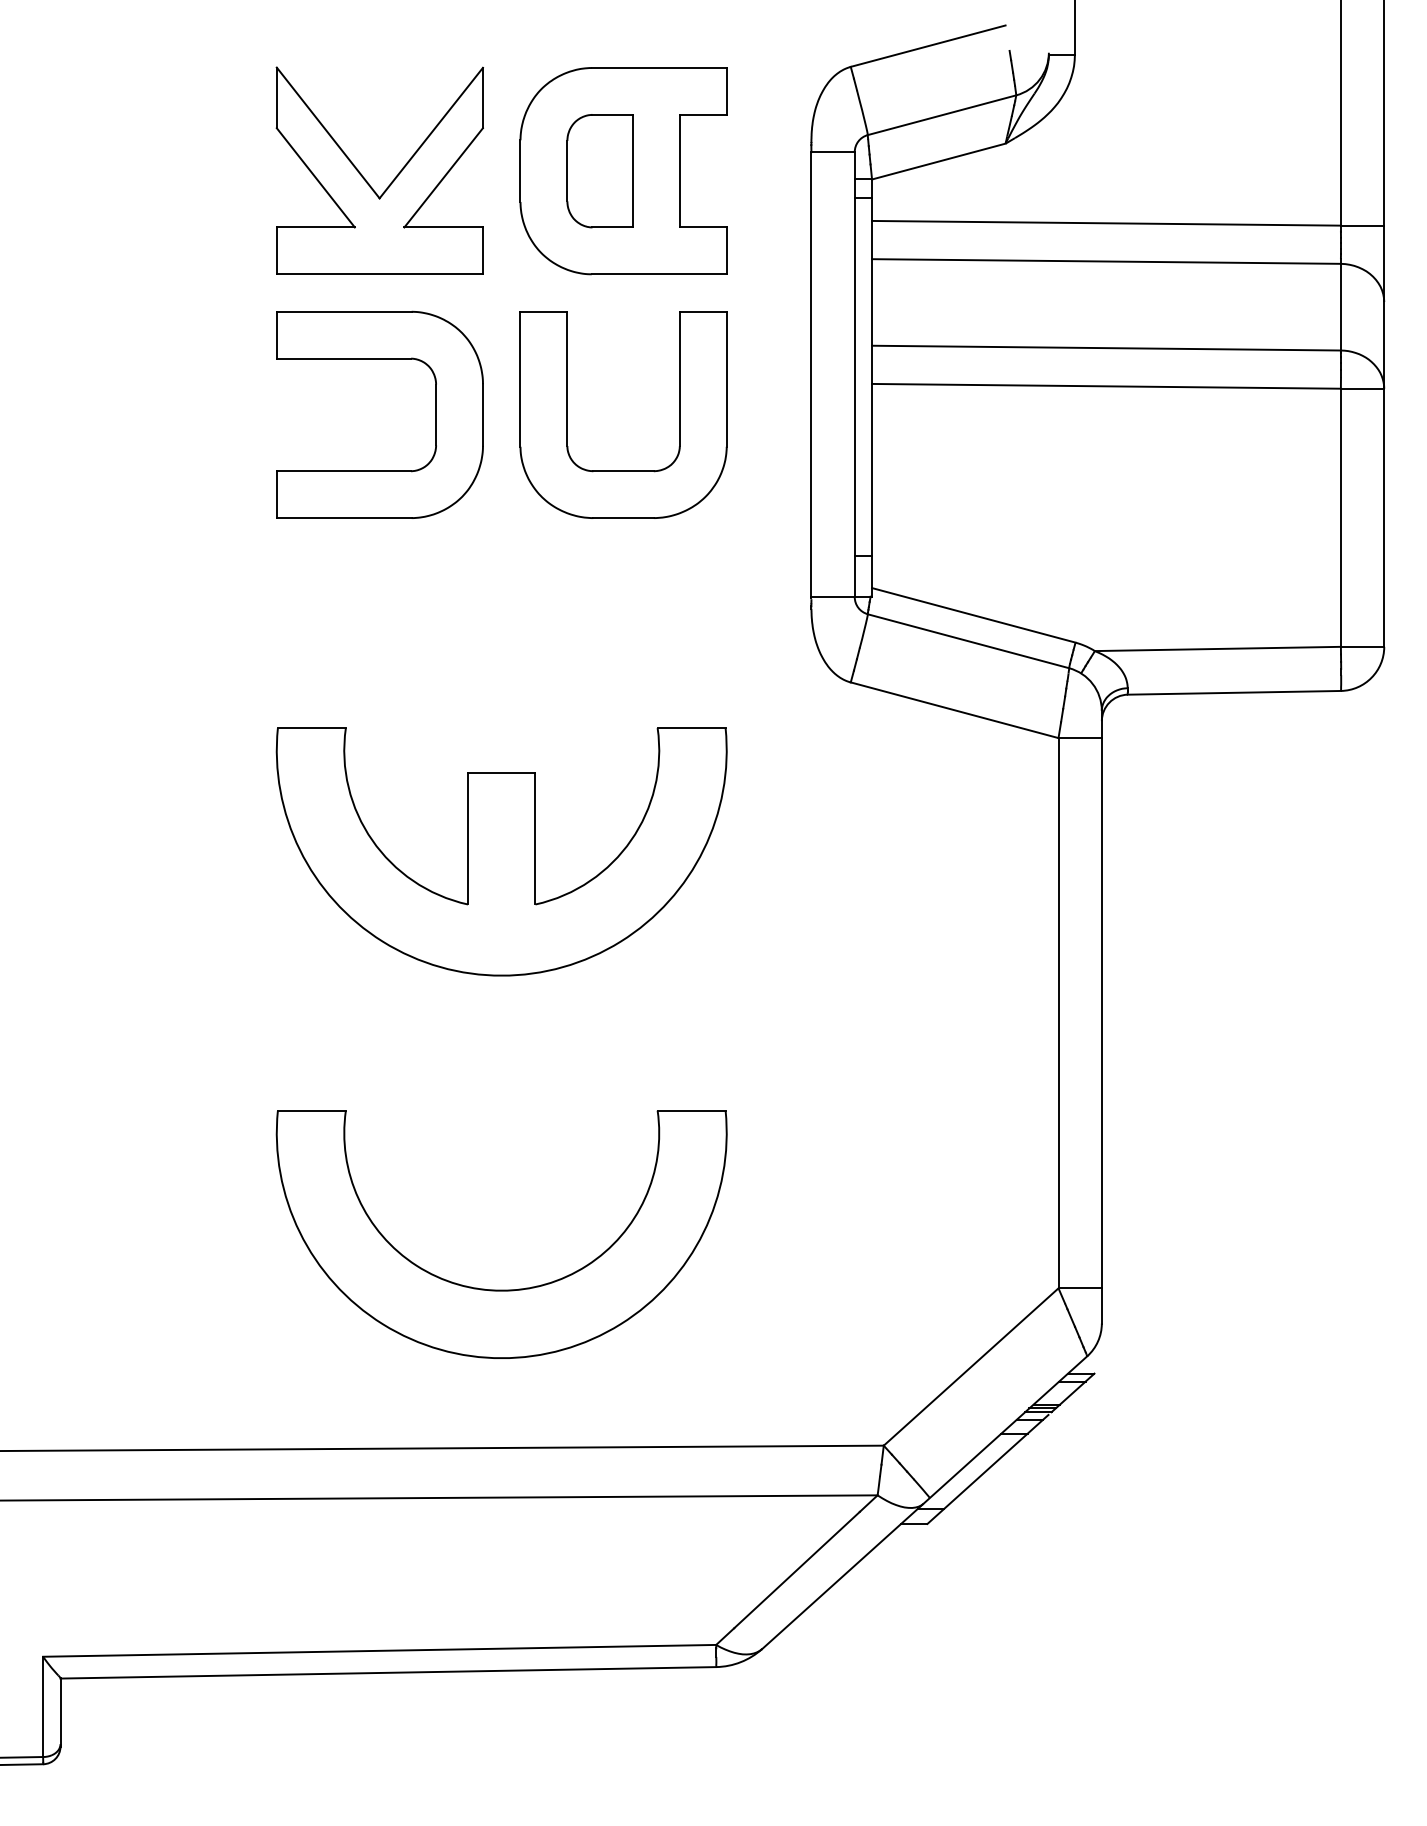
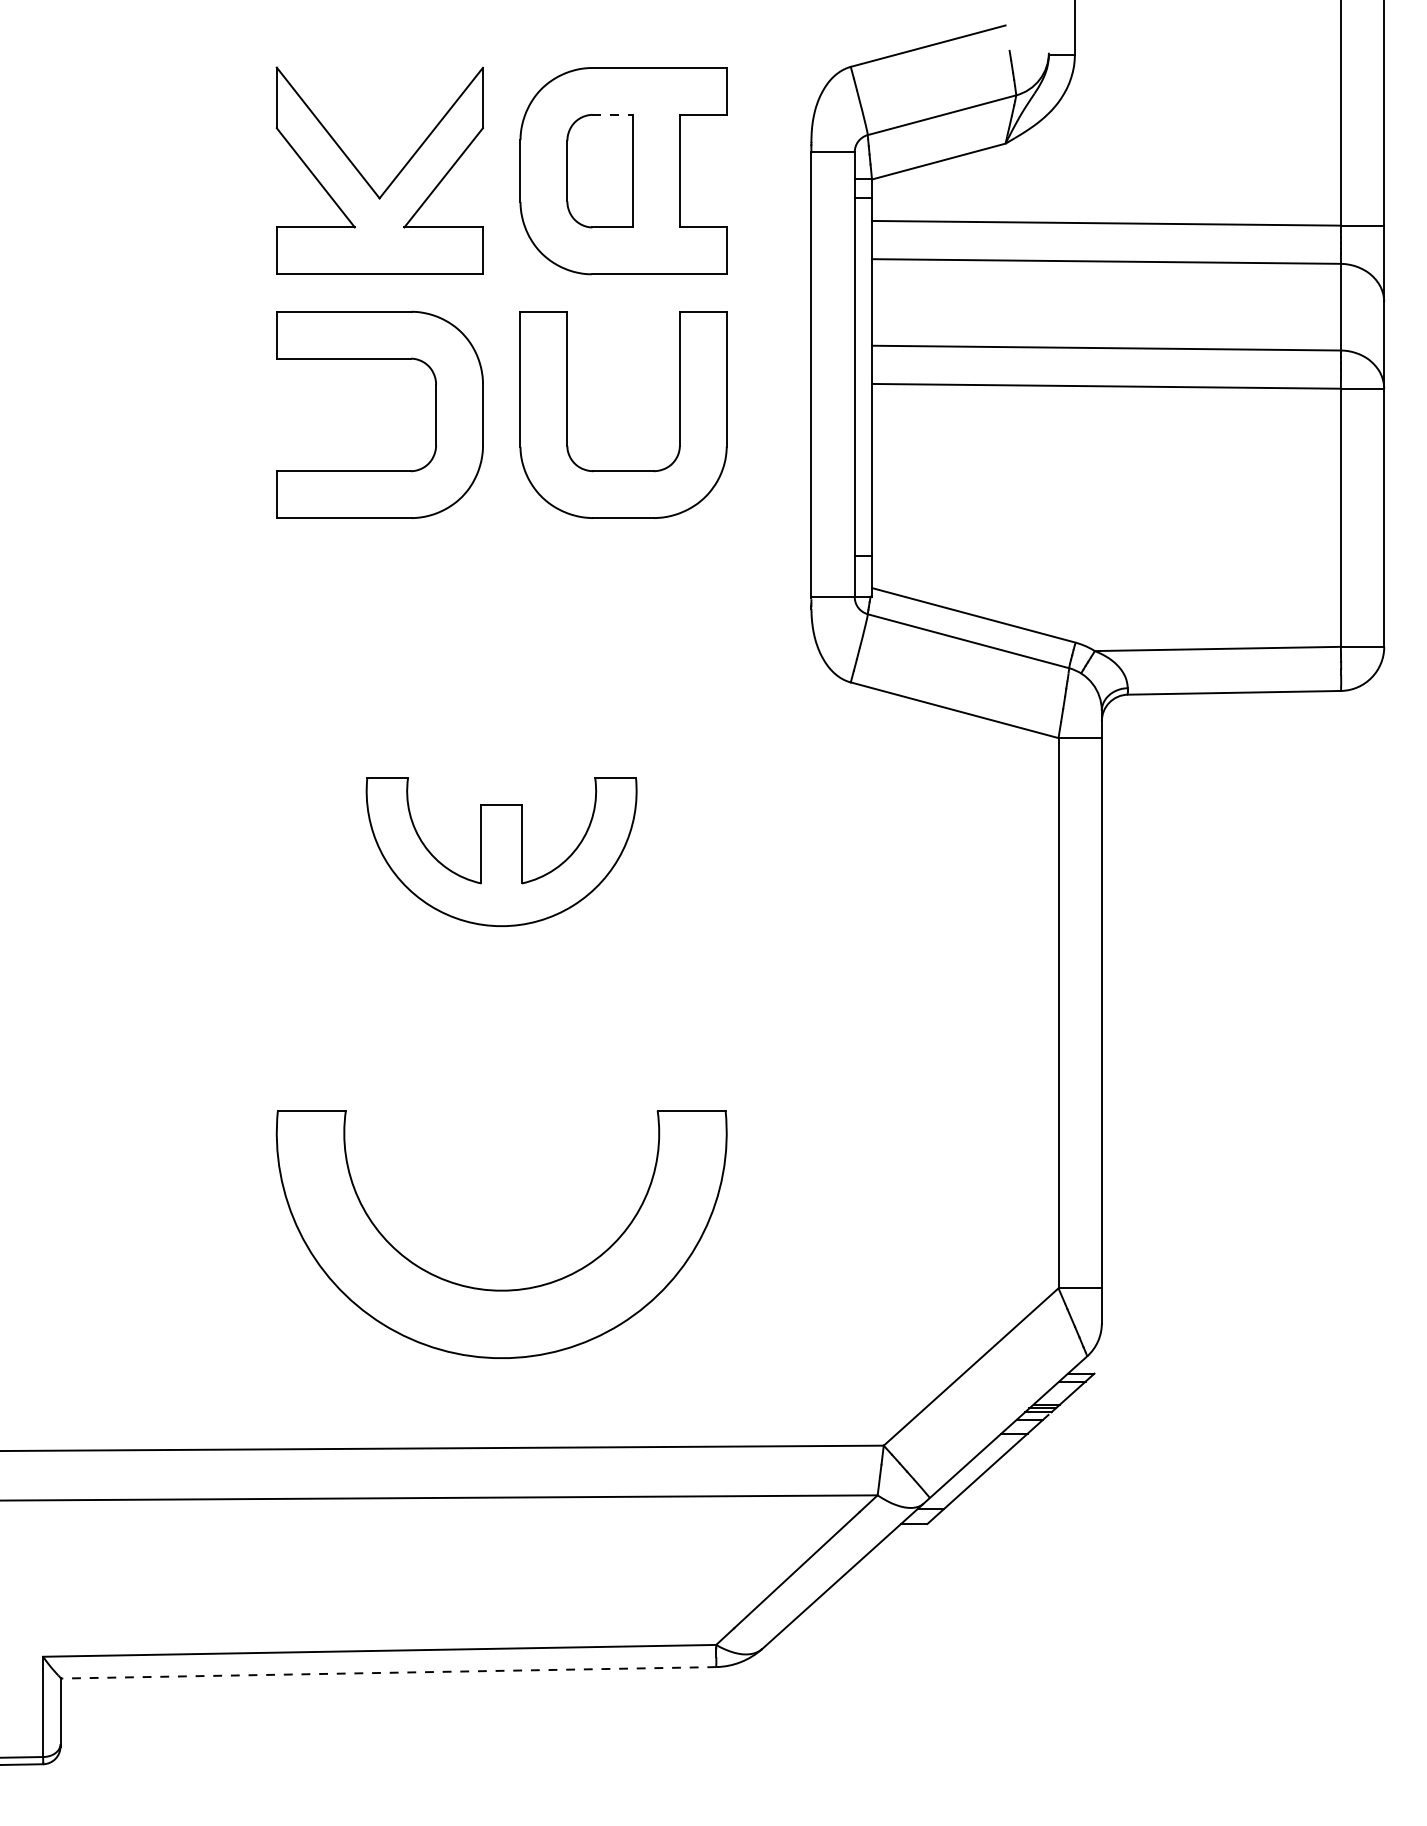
line at (613, 114): solid -> dashed
part at (501, 851) size: 453x250 px -> 273x150 px
line at (388, 1672): solid -> dashed
